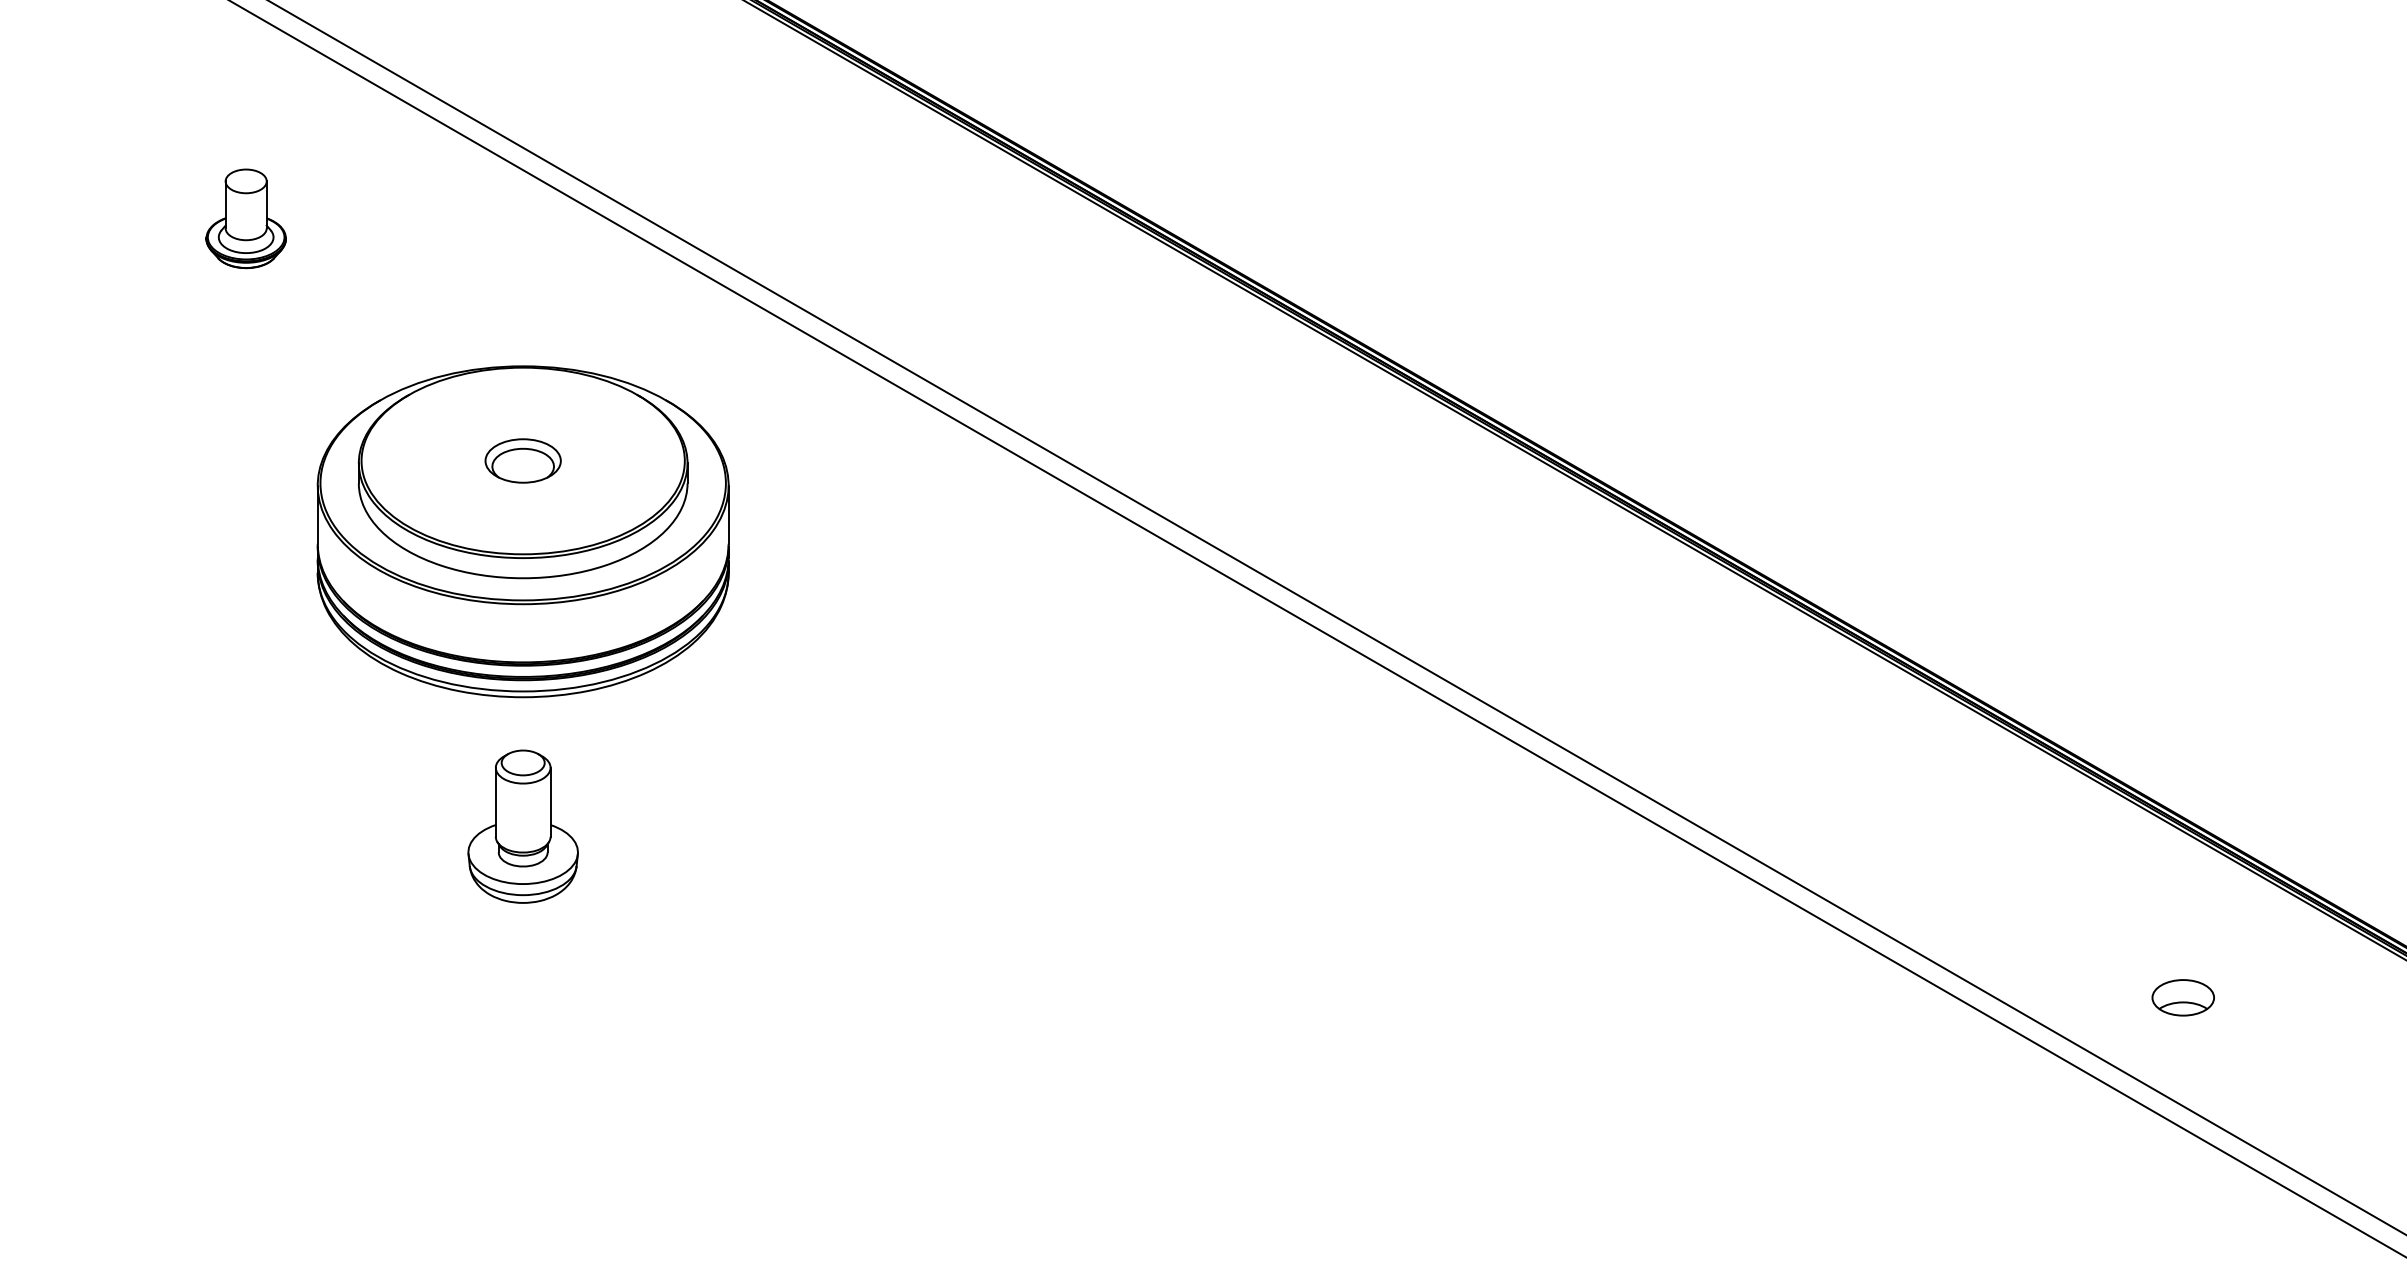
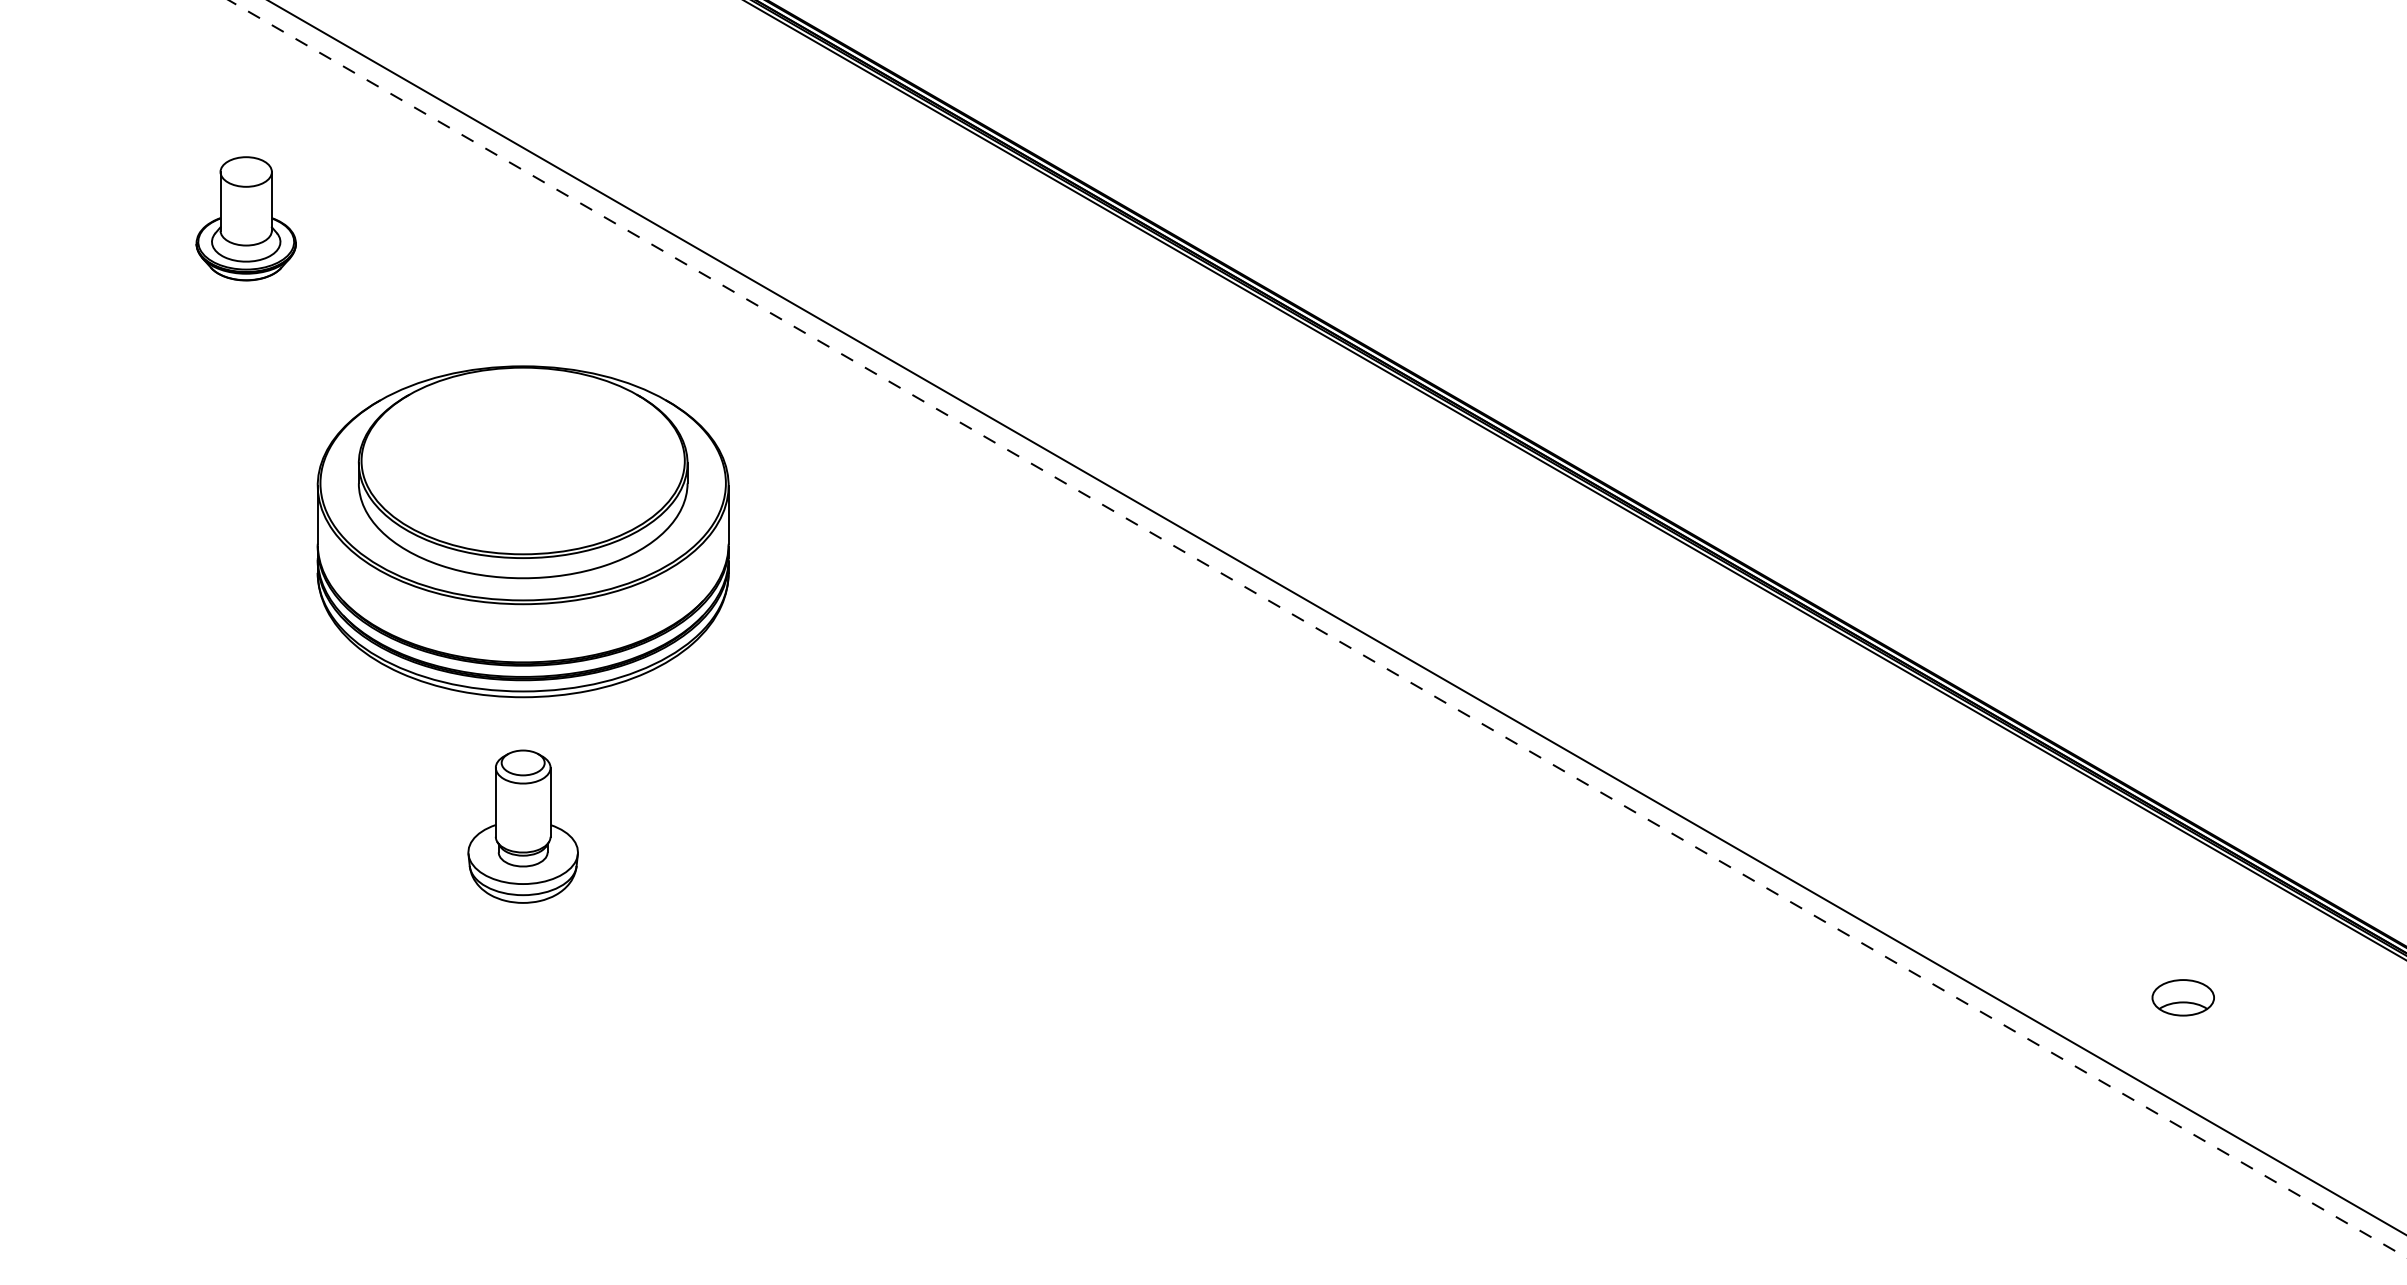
part at (245, 218) size: 82x102 px -> 102x126 px
part at (522, 460): present -> none
line at (1317, 628): solid -> dashed
